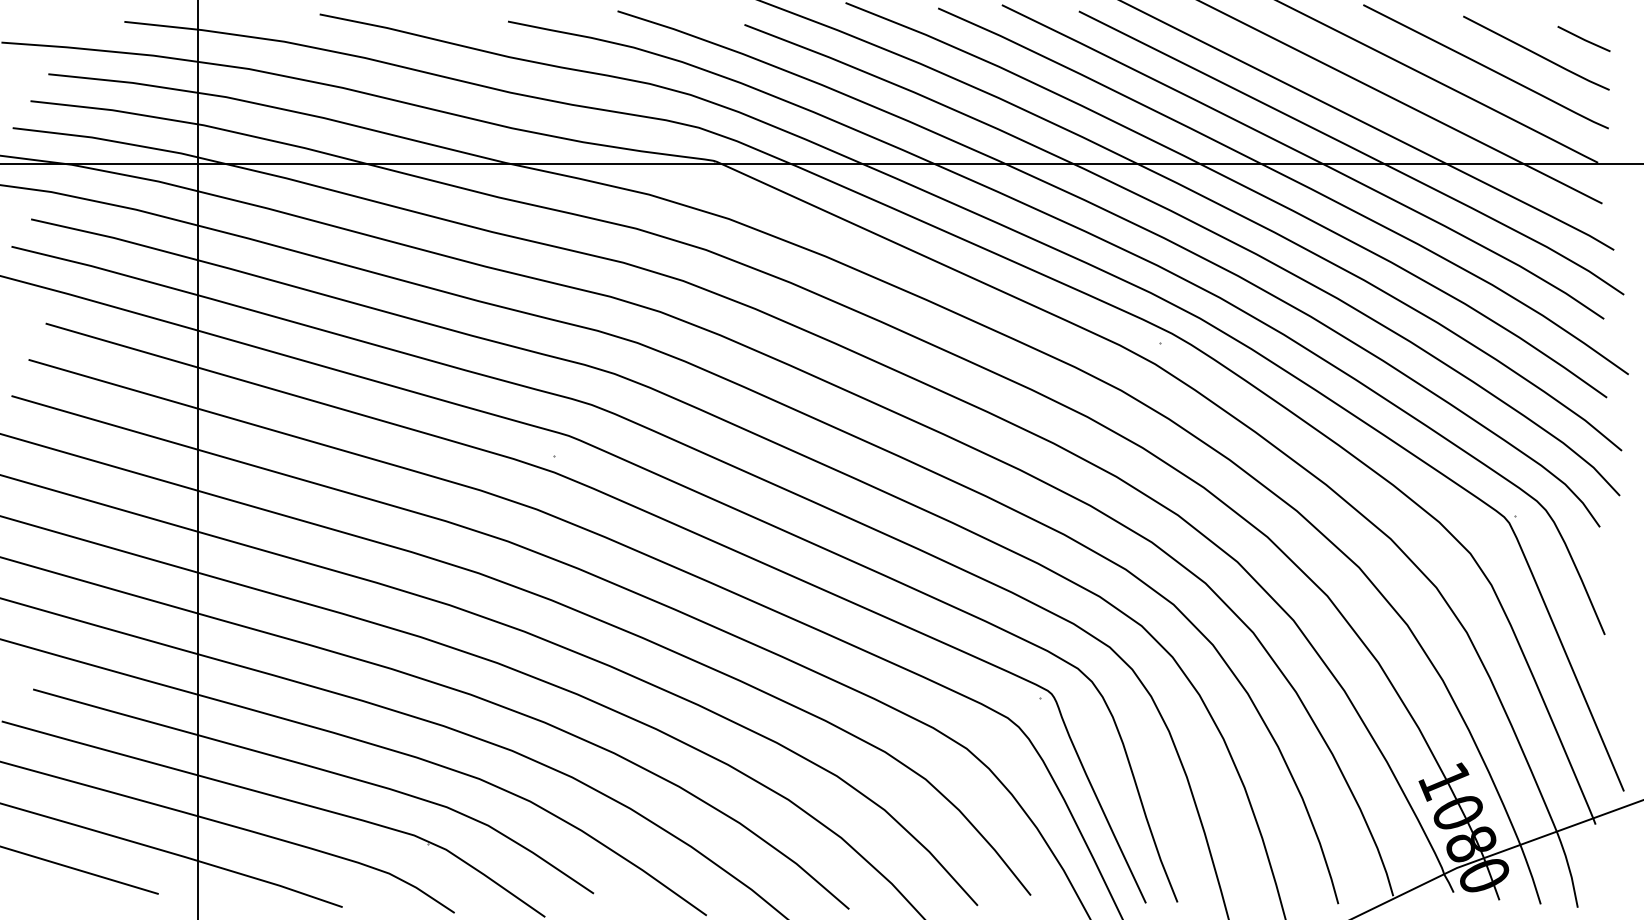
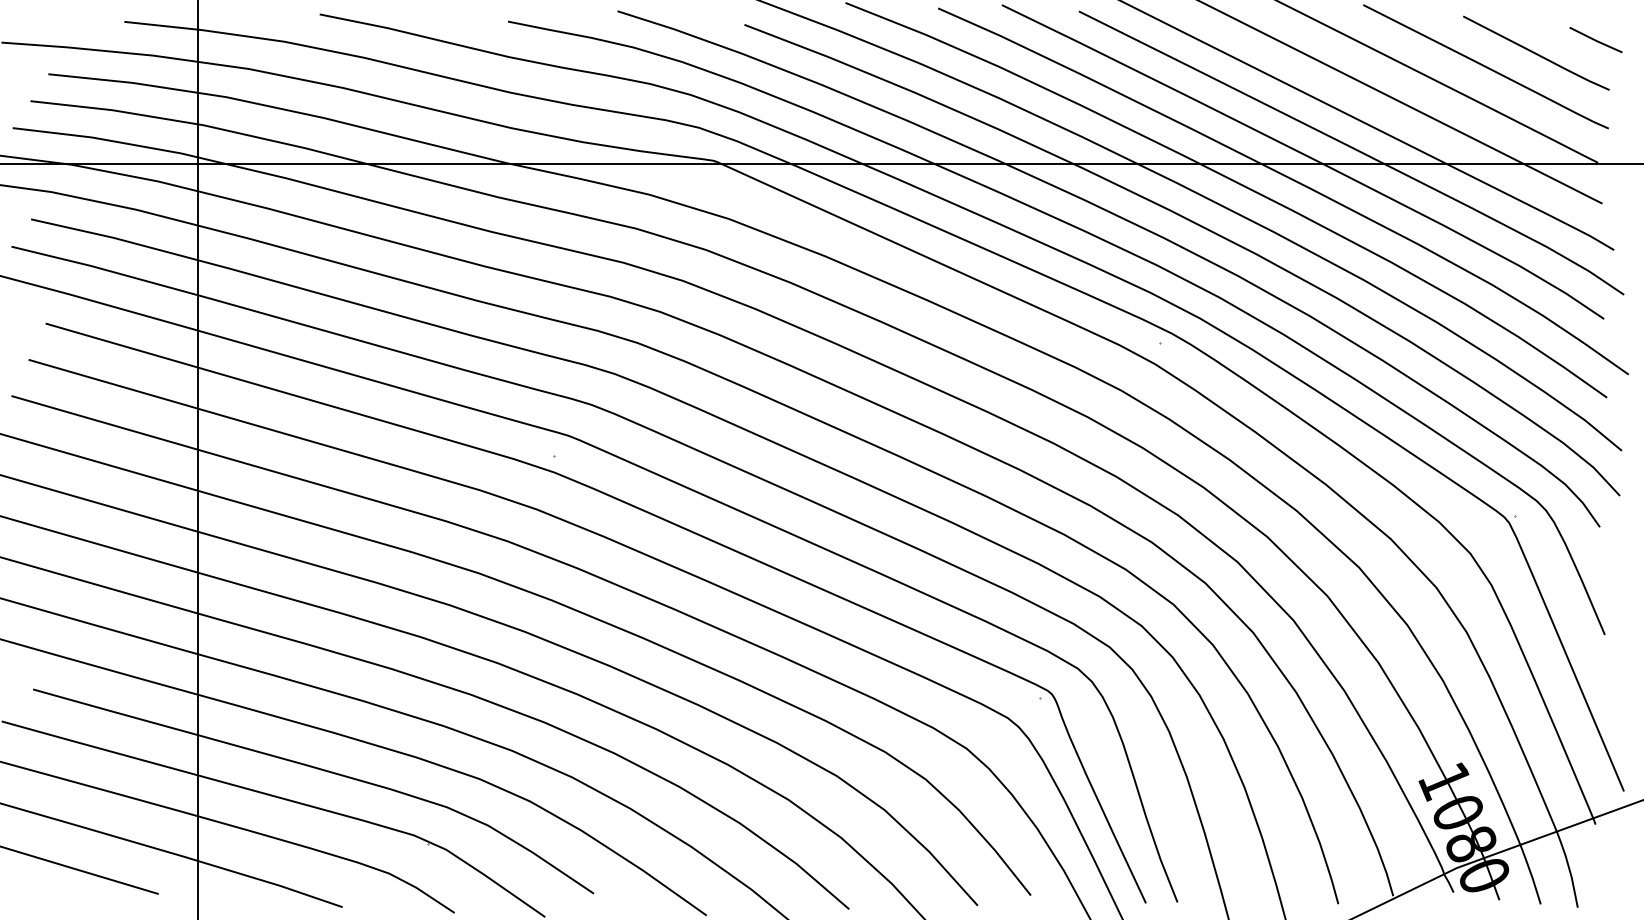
line at (1583, 39) position: (1583, 39) -> (1595, 40)
